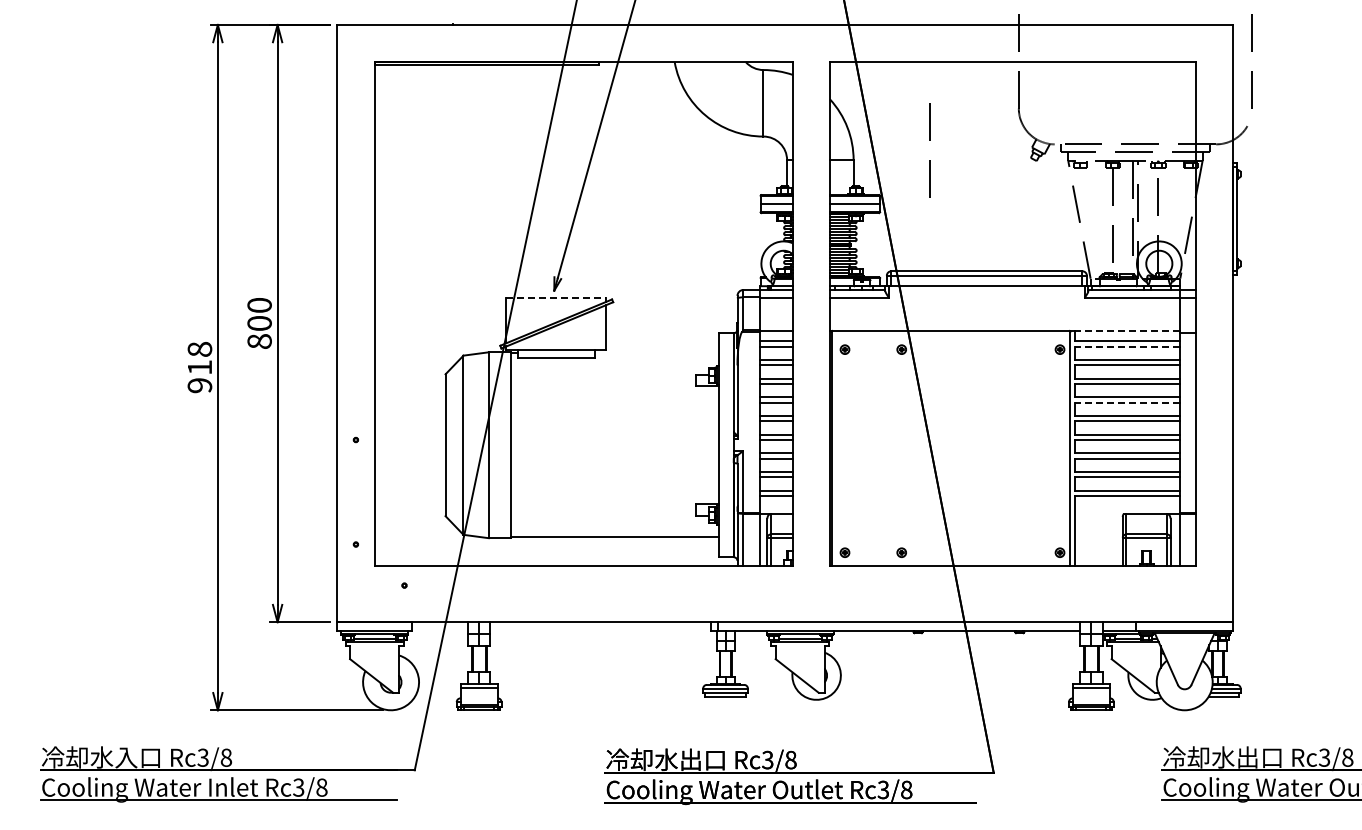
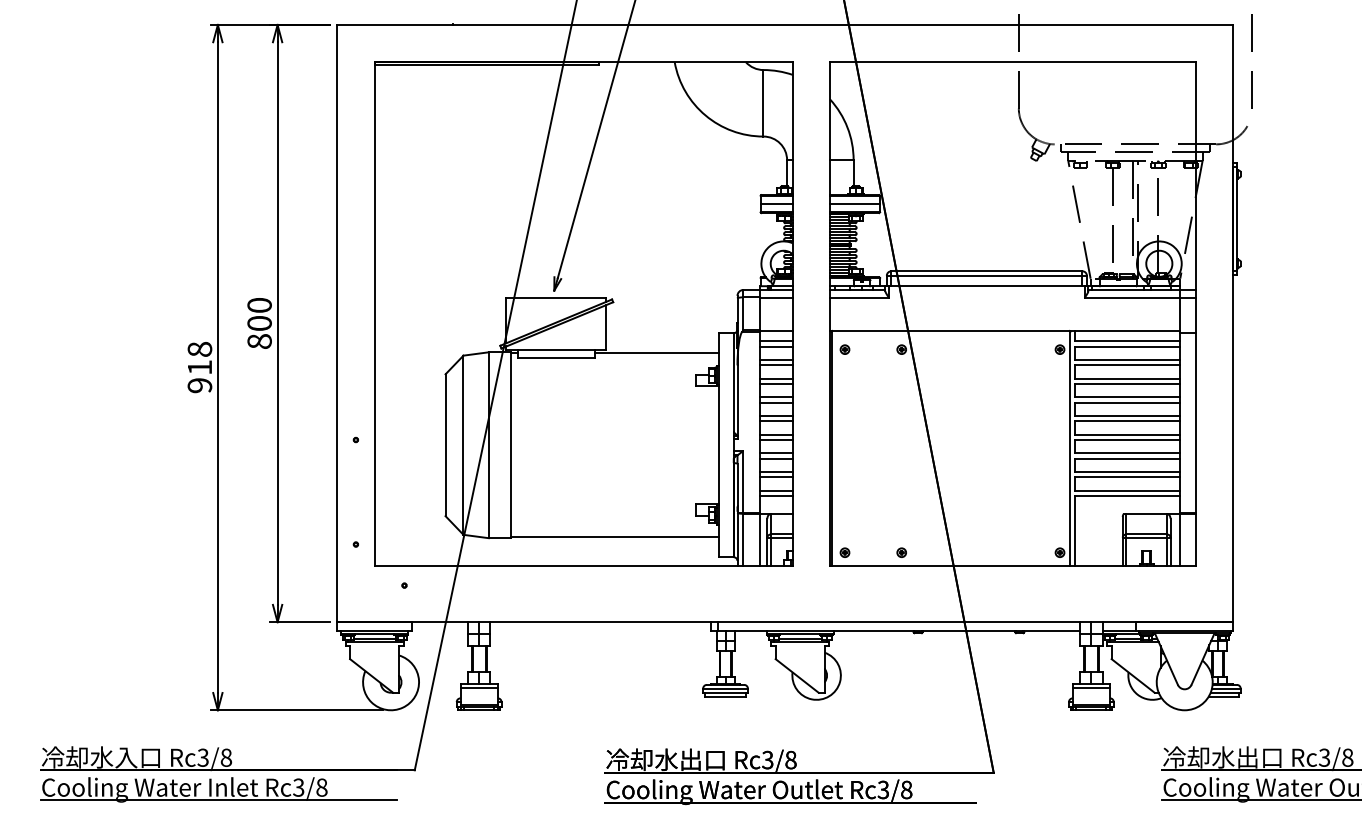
line at (929, 140): present -> none
line at (556, 298): dashed -> solid
line at (1127, 331): dashed -> solid
line at (1127, 346): dashed -> solid
line at (656, 353): none -> present
line at (1127, 402): dashed -> solid
